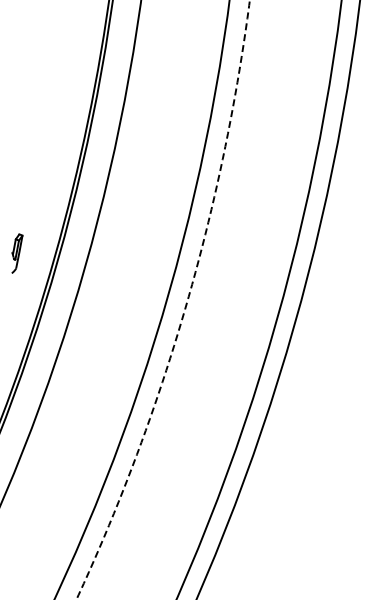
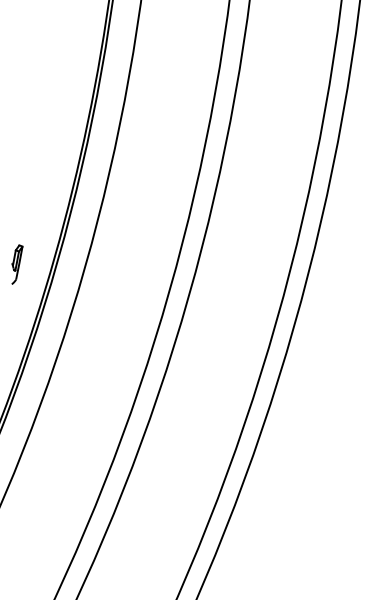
part at (17, 253) position: (17, 253) -> (17, 264)
circle at (162, 299): dashed -> solid
